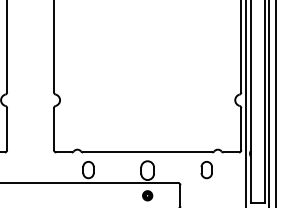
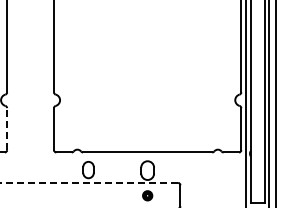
line at (7, 129): solid -> dashed
part at (206, 170): present -> none
line at (89, 182): solid -> dashed
